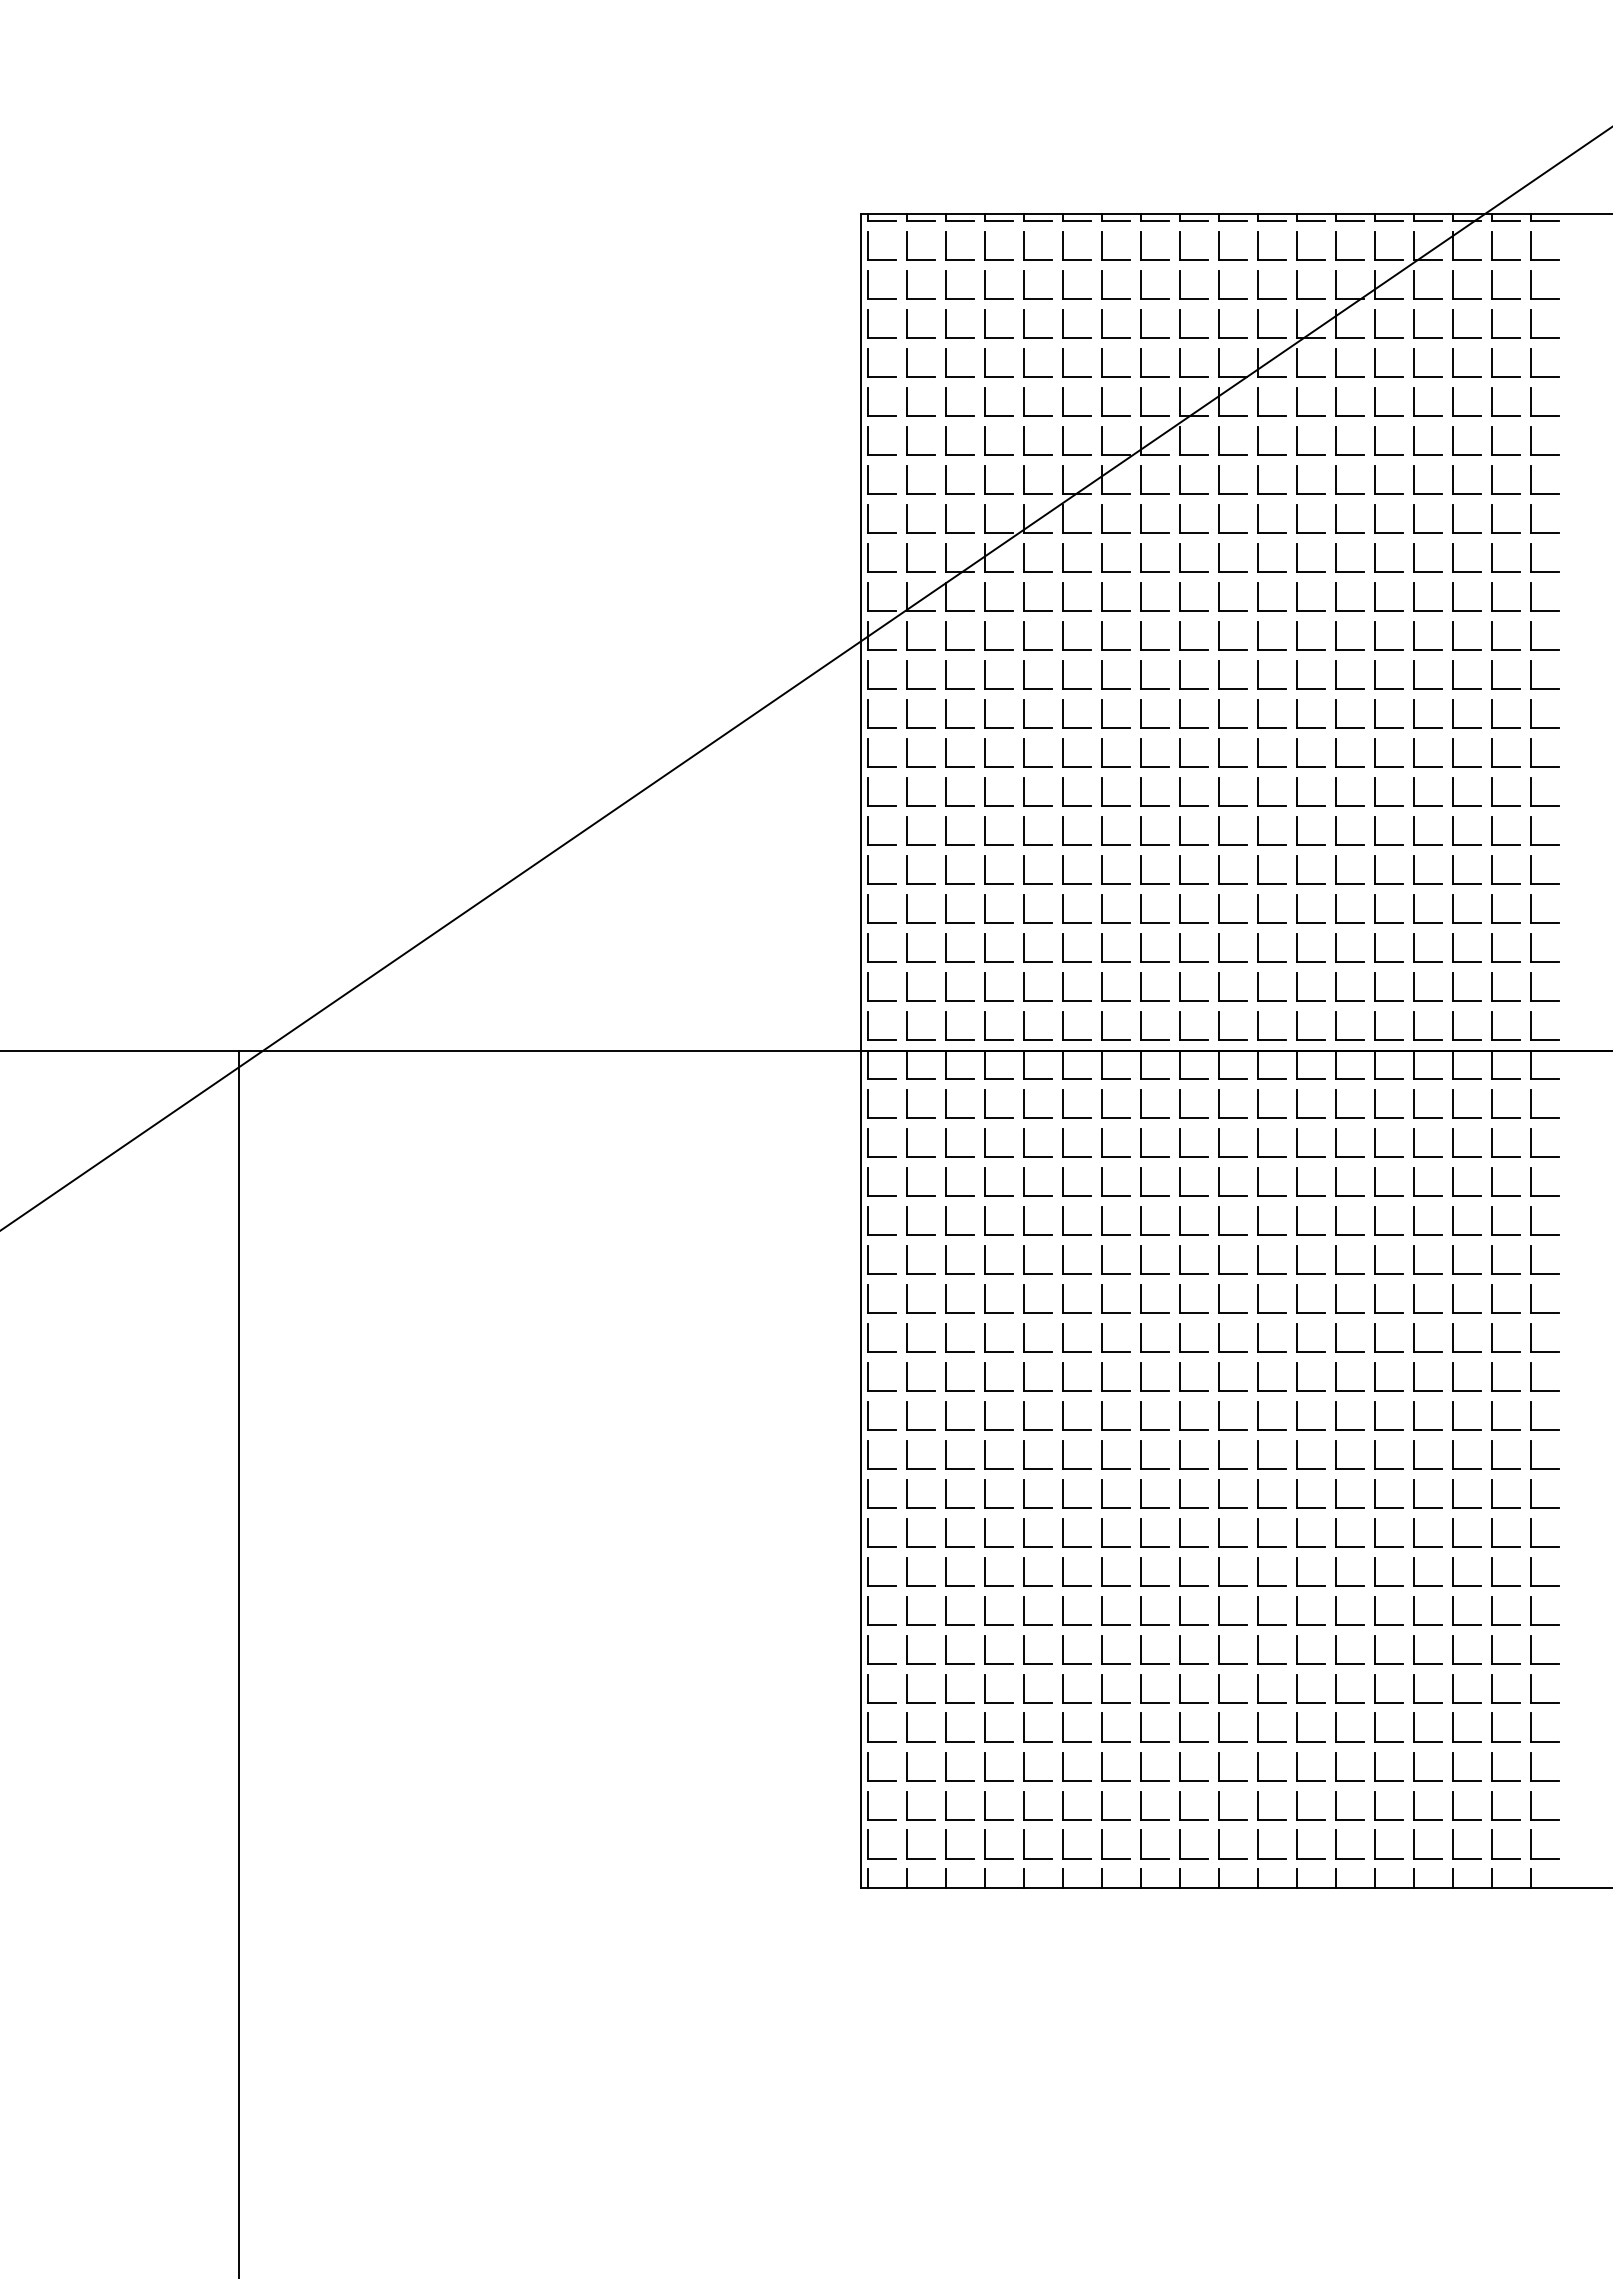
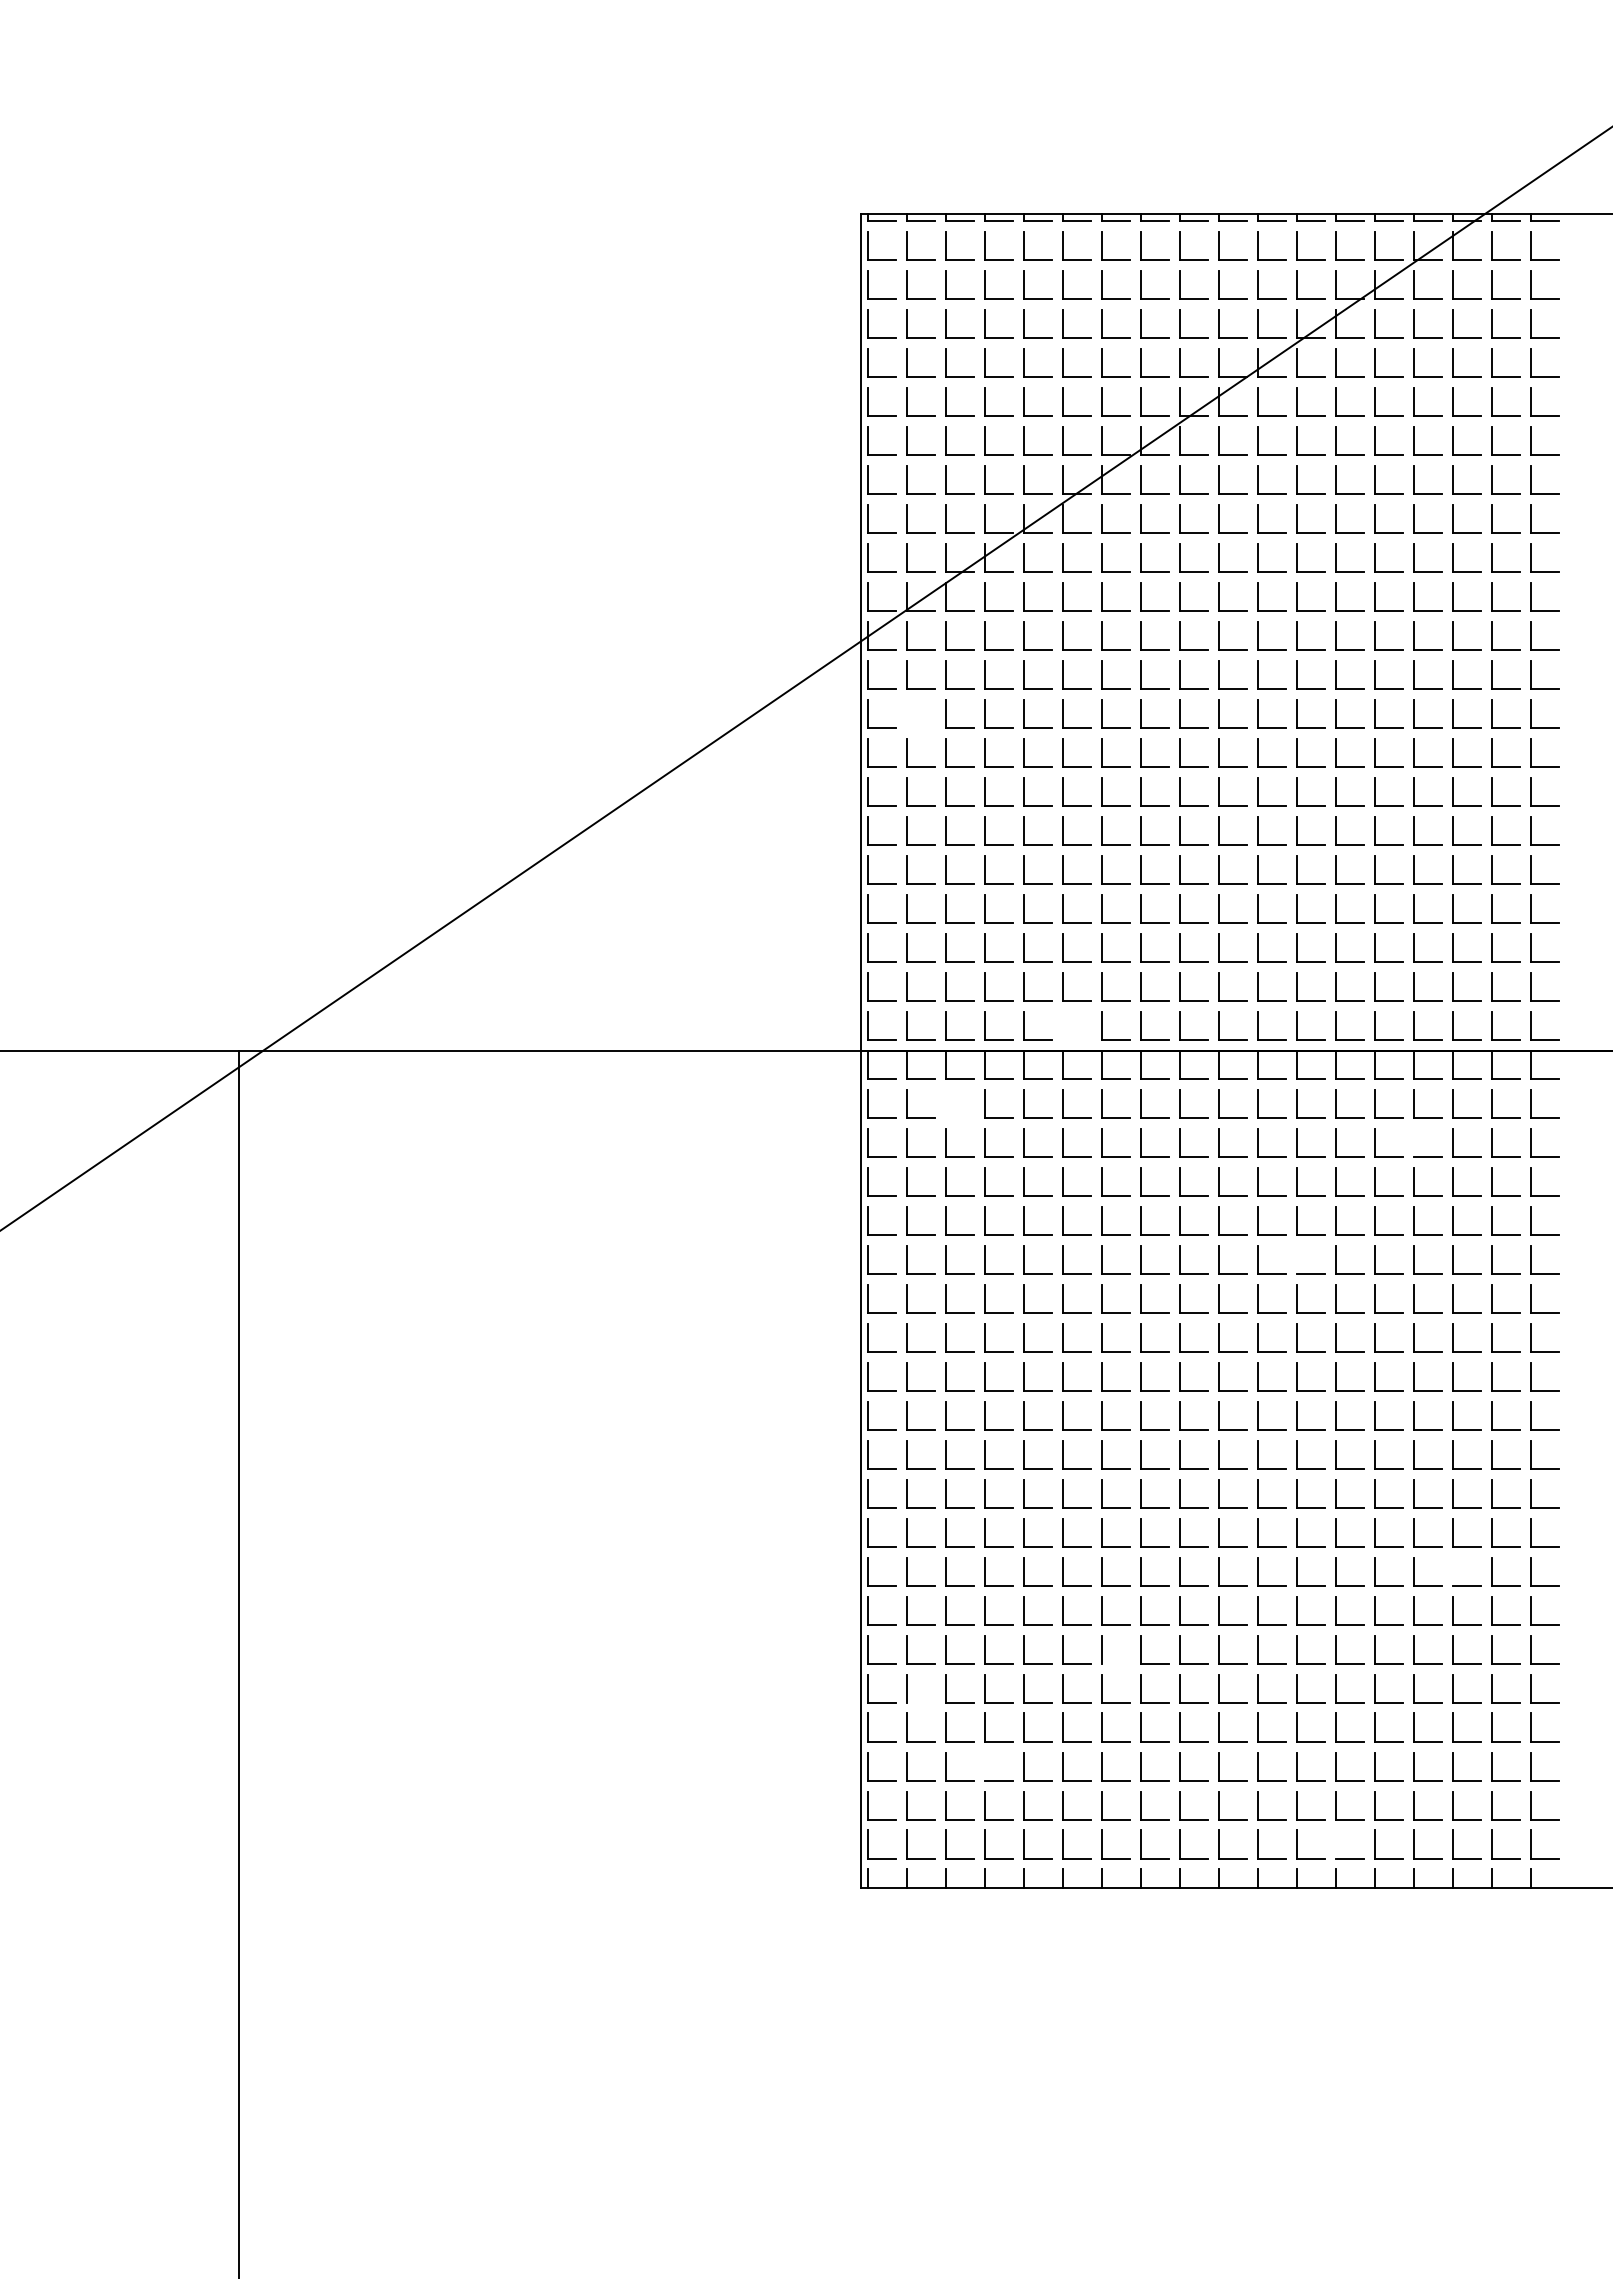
part at (907, 713): present -> none
part at (1063, 1025): present -> none
part at (946, 1103): present -> none
line at (1413, 1142): present -> none
line at (1296, 1259): present -> none
line at (1452, 1571): present -> none
line at (1115, 1663): present -> none
line at (920, 1702): present -> none
line at (984, 1766): present -> none
line at (1335, 1844): present -> none
